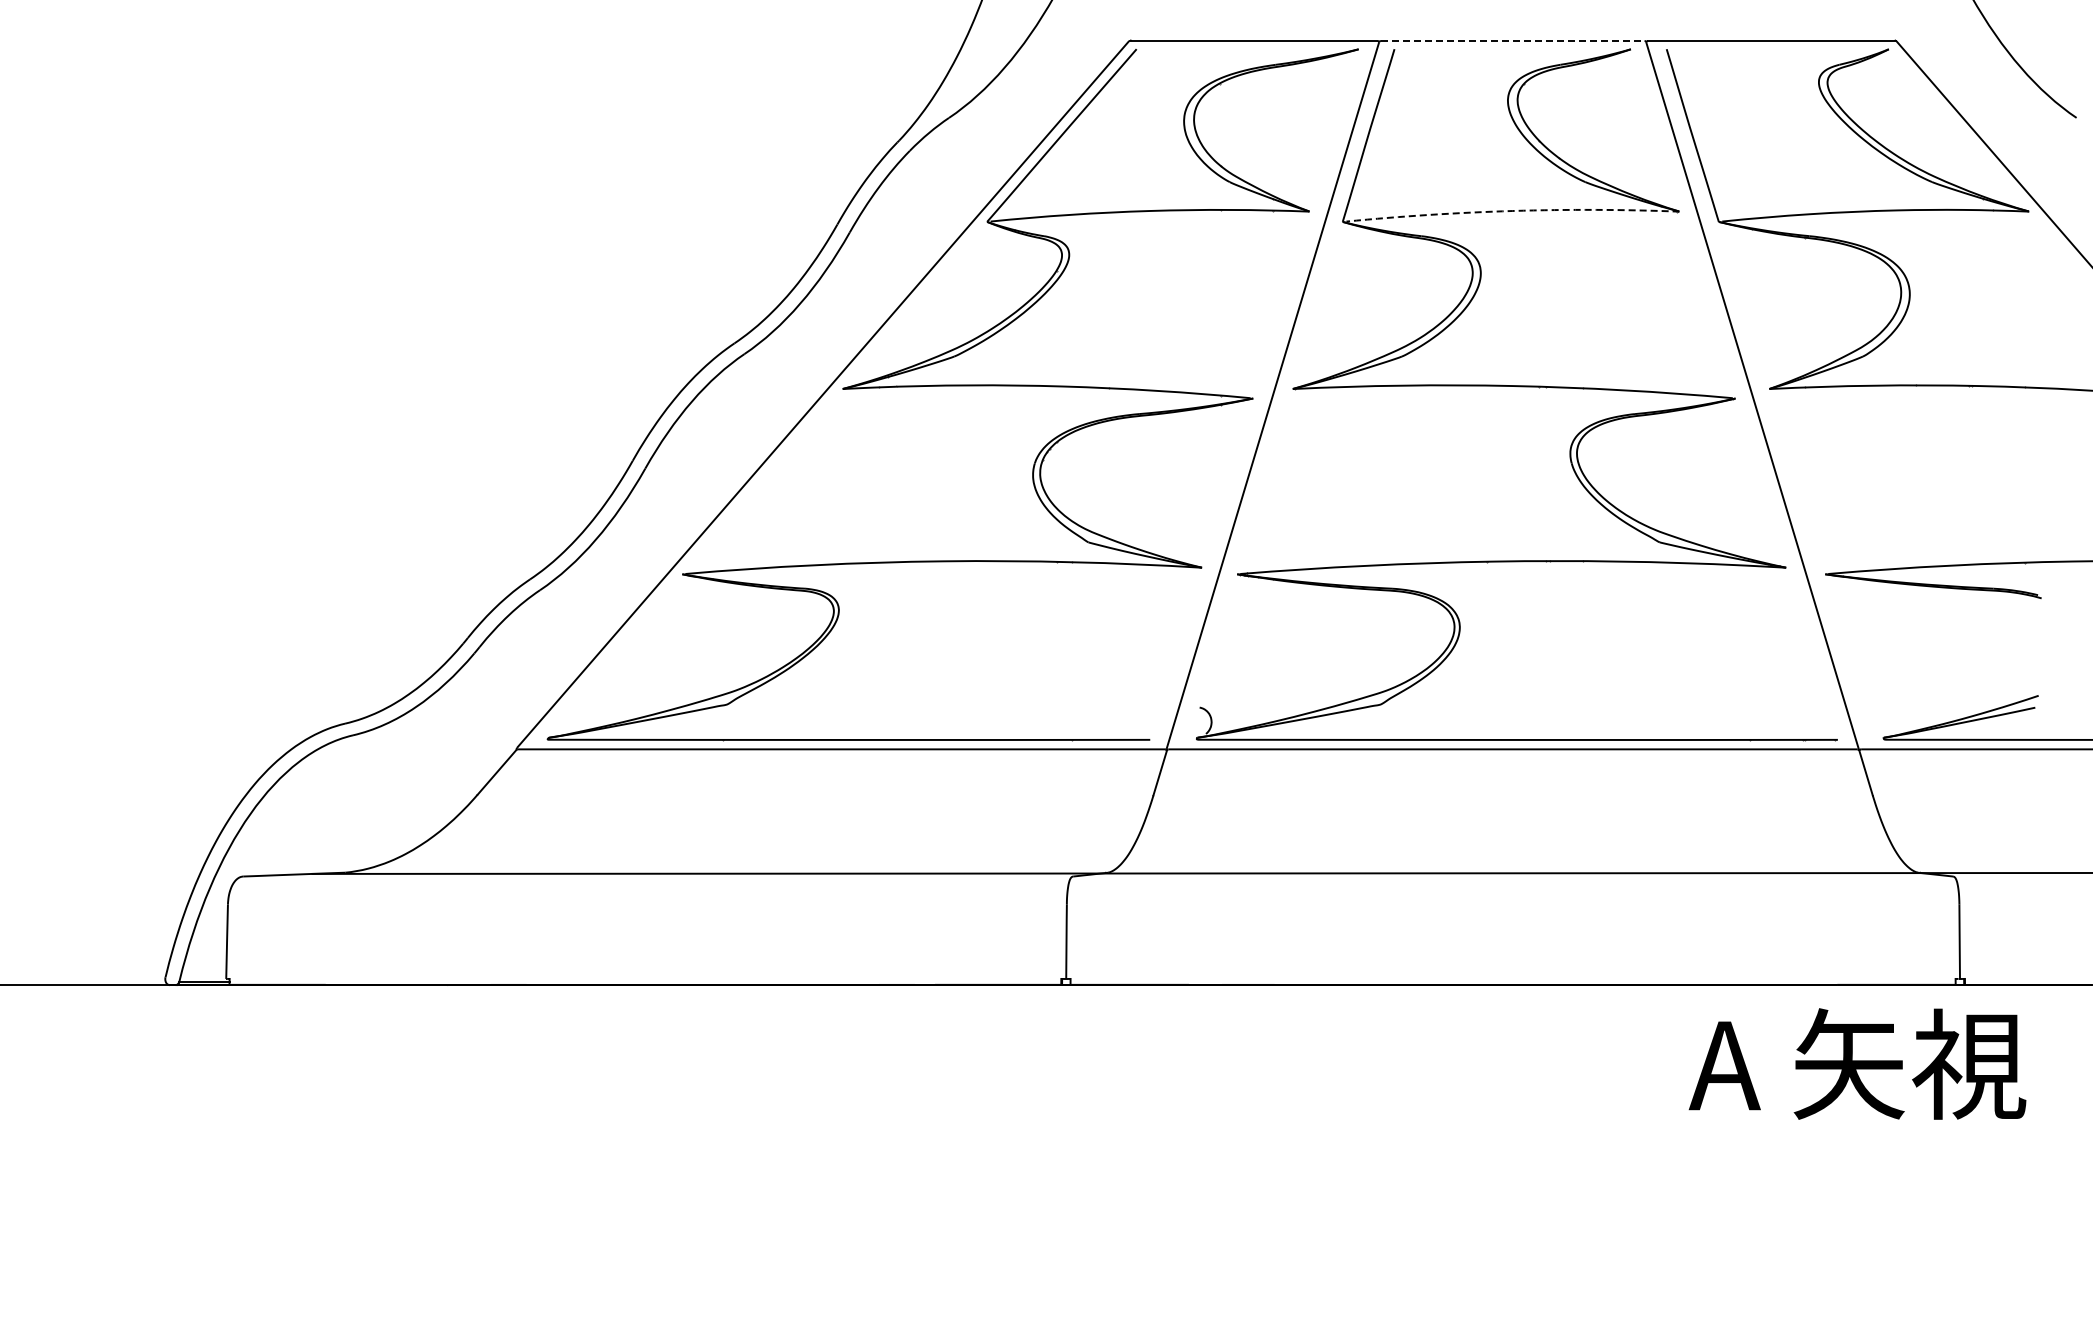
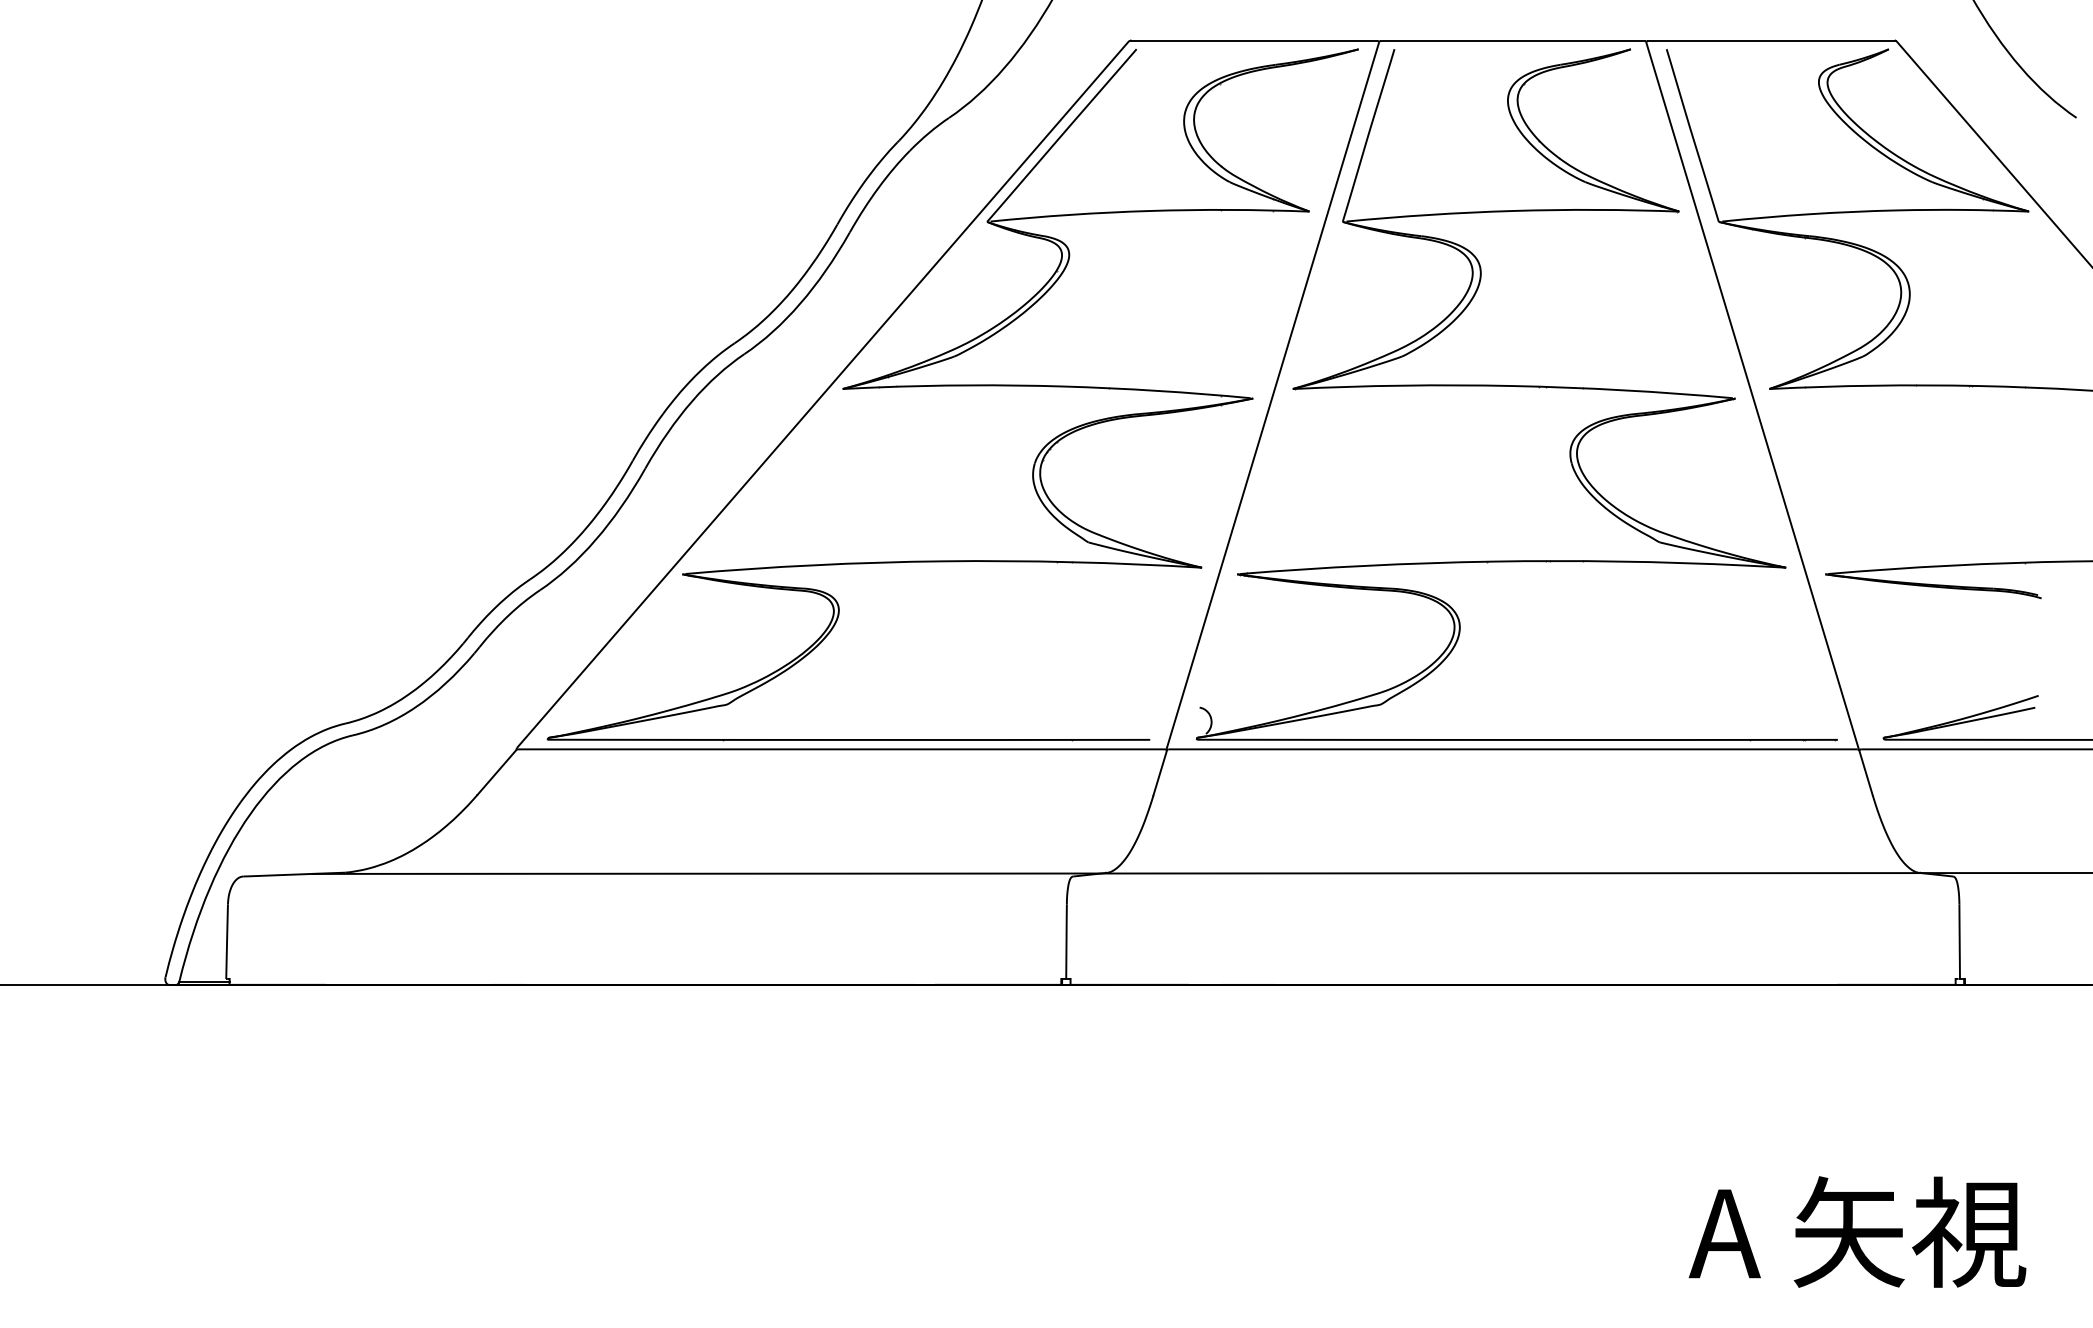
line at (1512, 40): dashed -> solid
line at (1512, 211): dashed -> solid
text at (1857, 1063) position: (1857, 1063) -> (1857, 1231)
